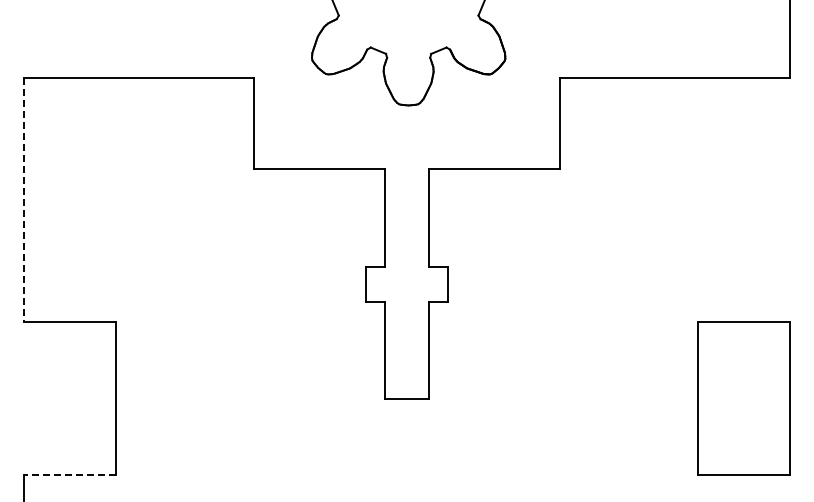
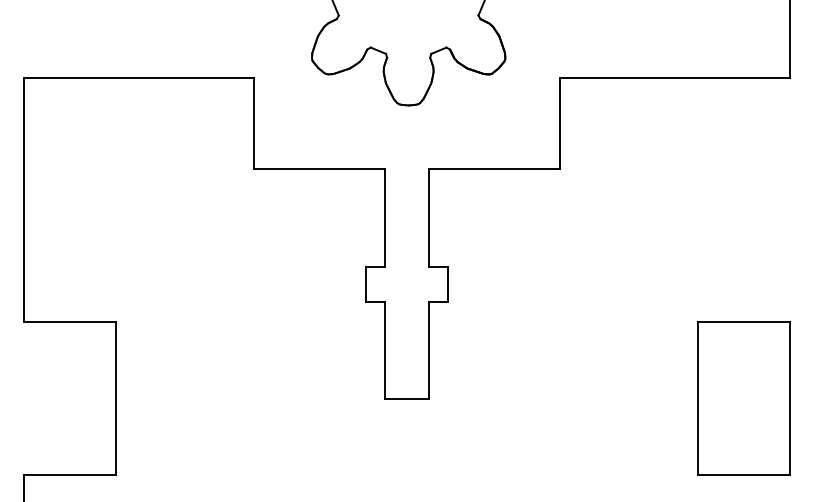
line at (24, 200): dashed -> solid
line at (70, 475): dashed -> solid
